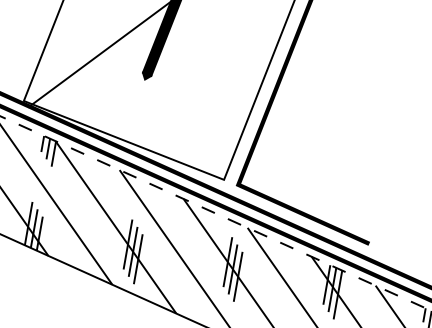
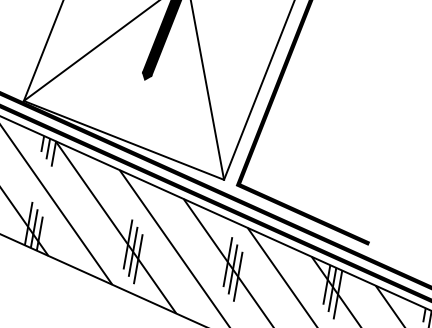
line at (99, 54) position: (99, 54) -> (90, 51)
line at (207, 90): none -> present
line at (215, 213): dashed -> solid
